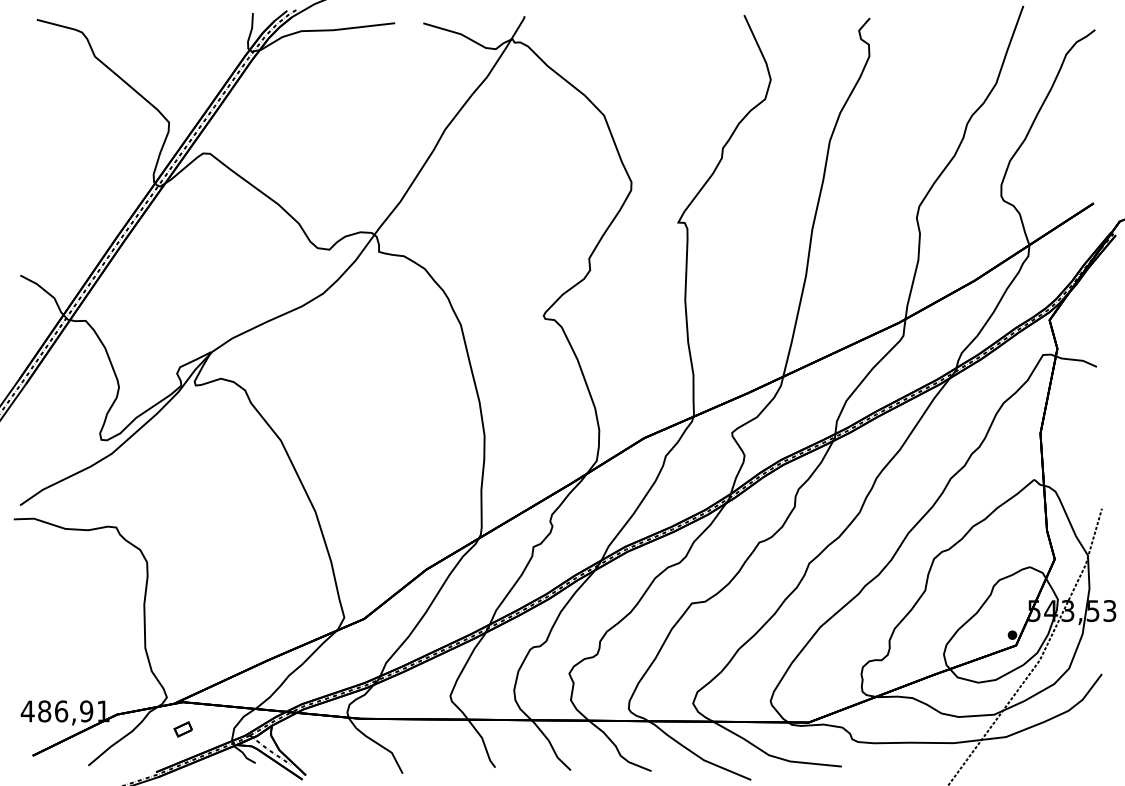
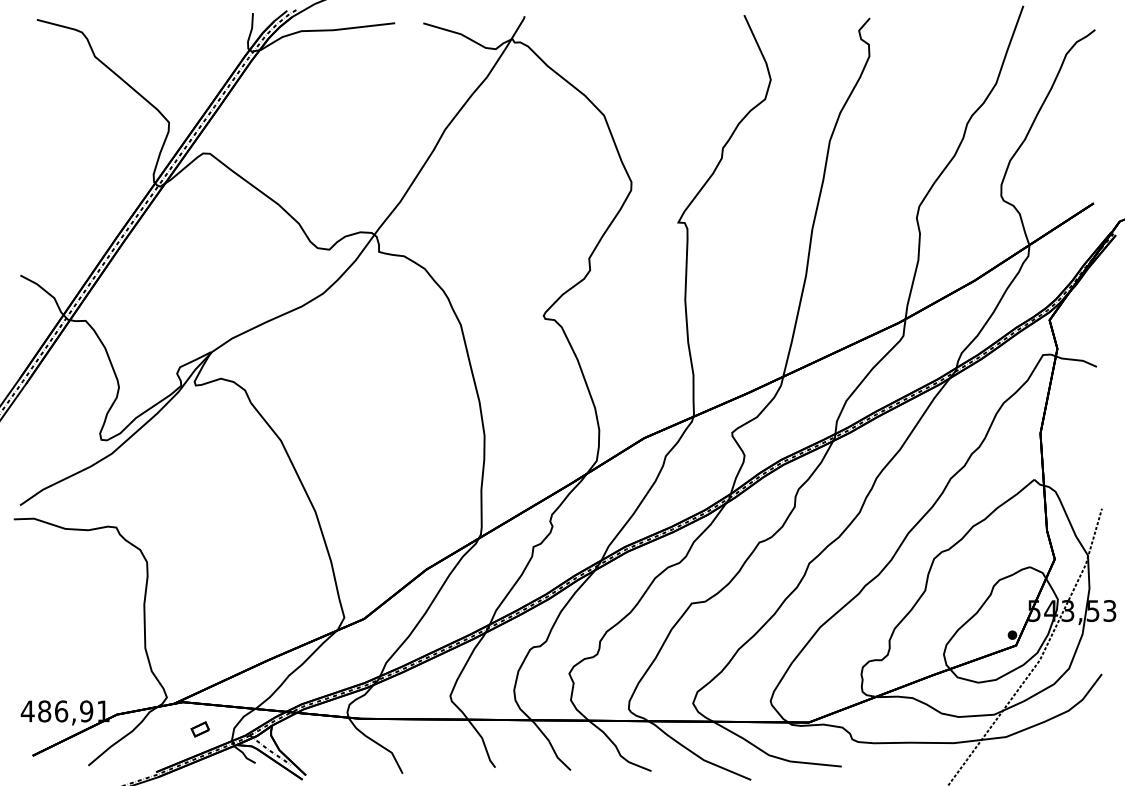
part at (182, 729) position: (182, 729) -> (199, 729)
